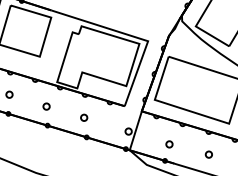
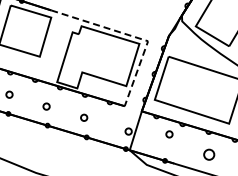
line at (133, 36): solid -> dashed
part at (169, 144) position: (169, 144) -> (169, 134)
part at (208, 154) size: 9x9 px -> 13x13 px
